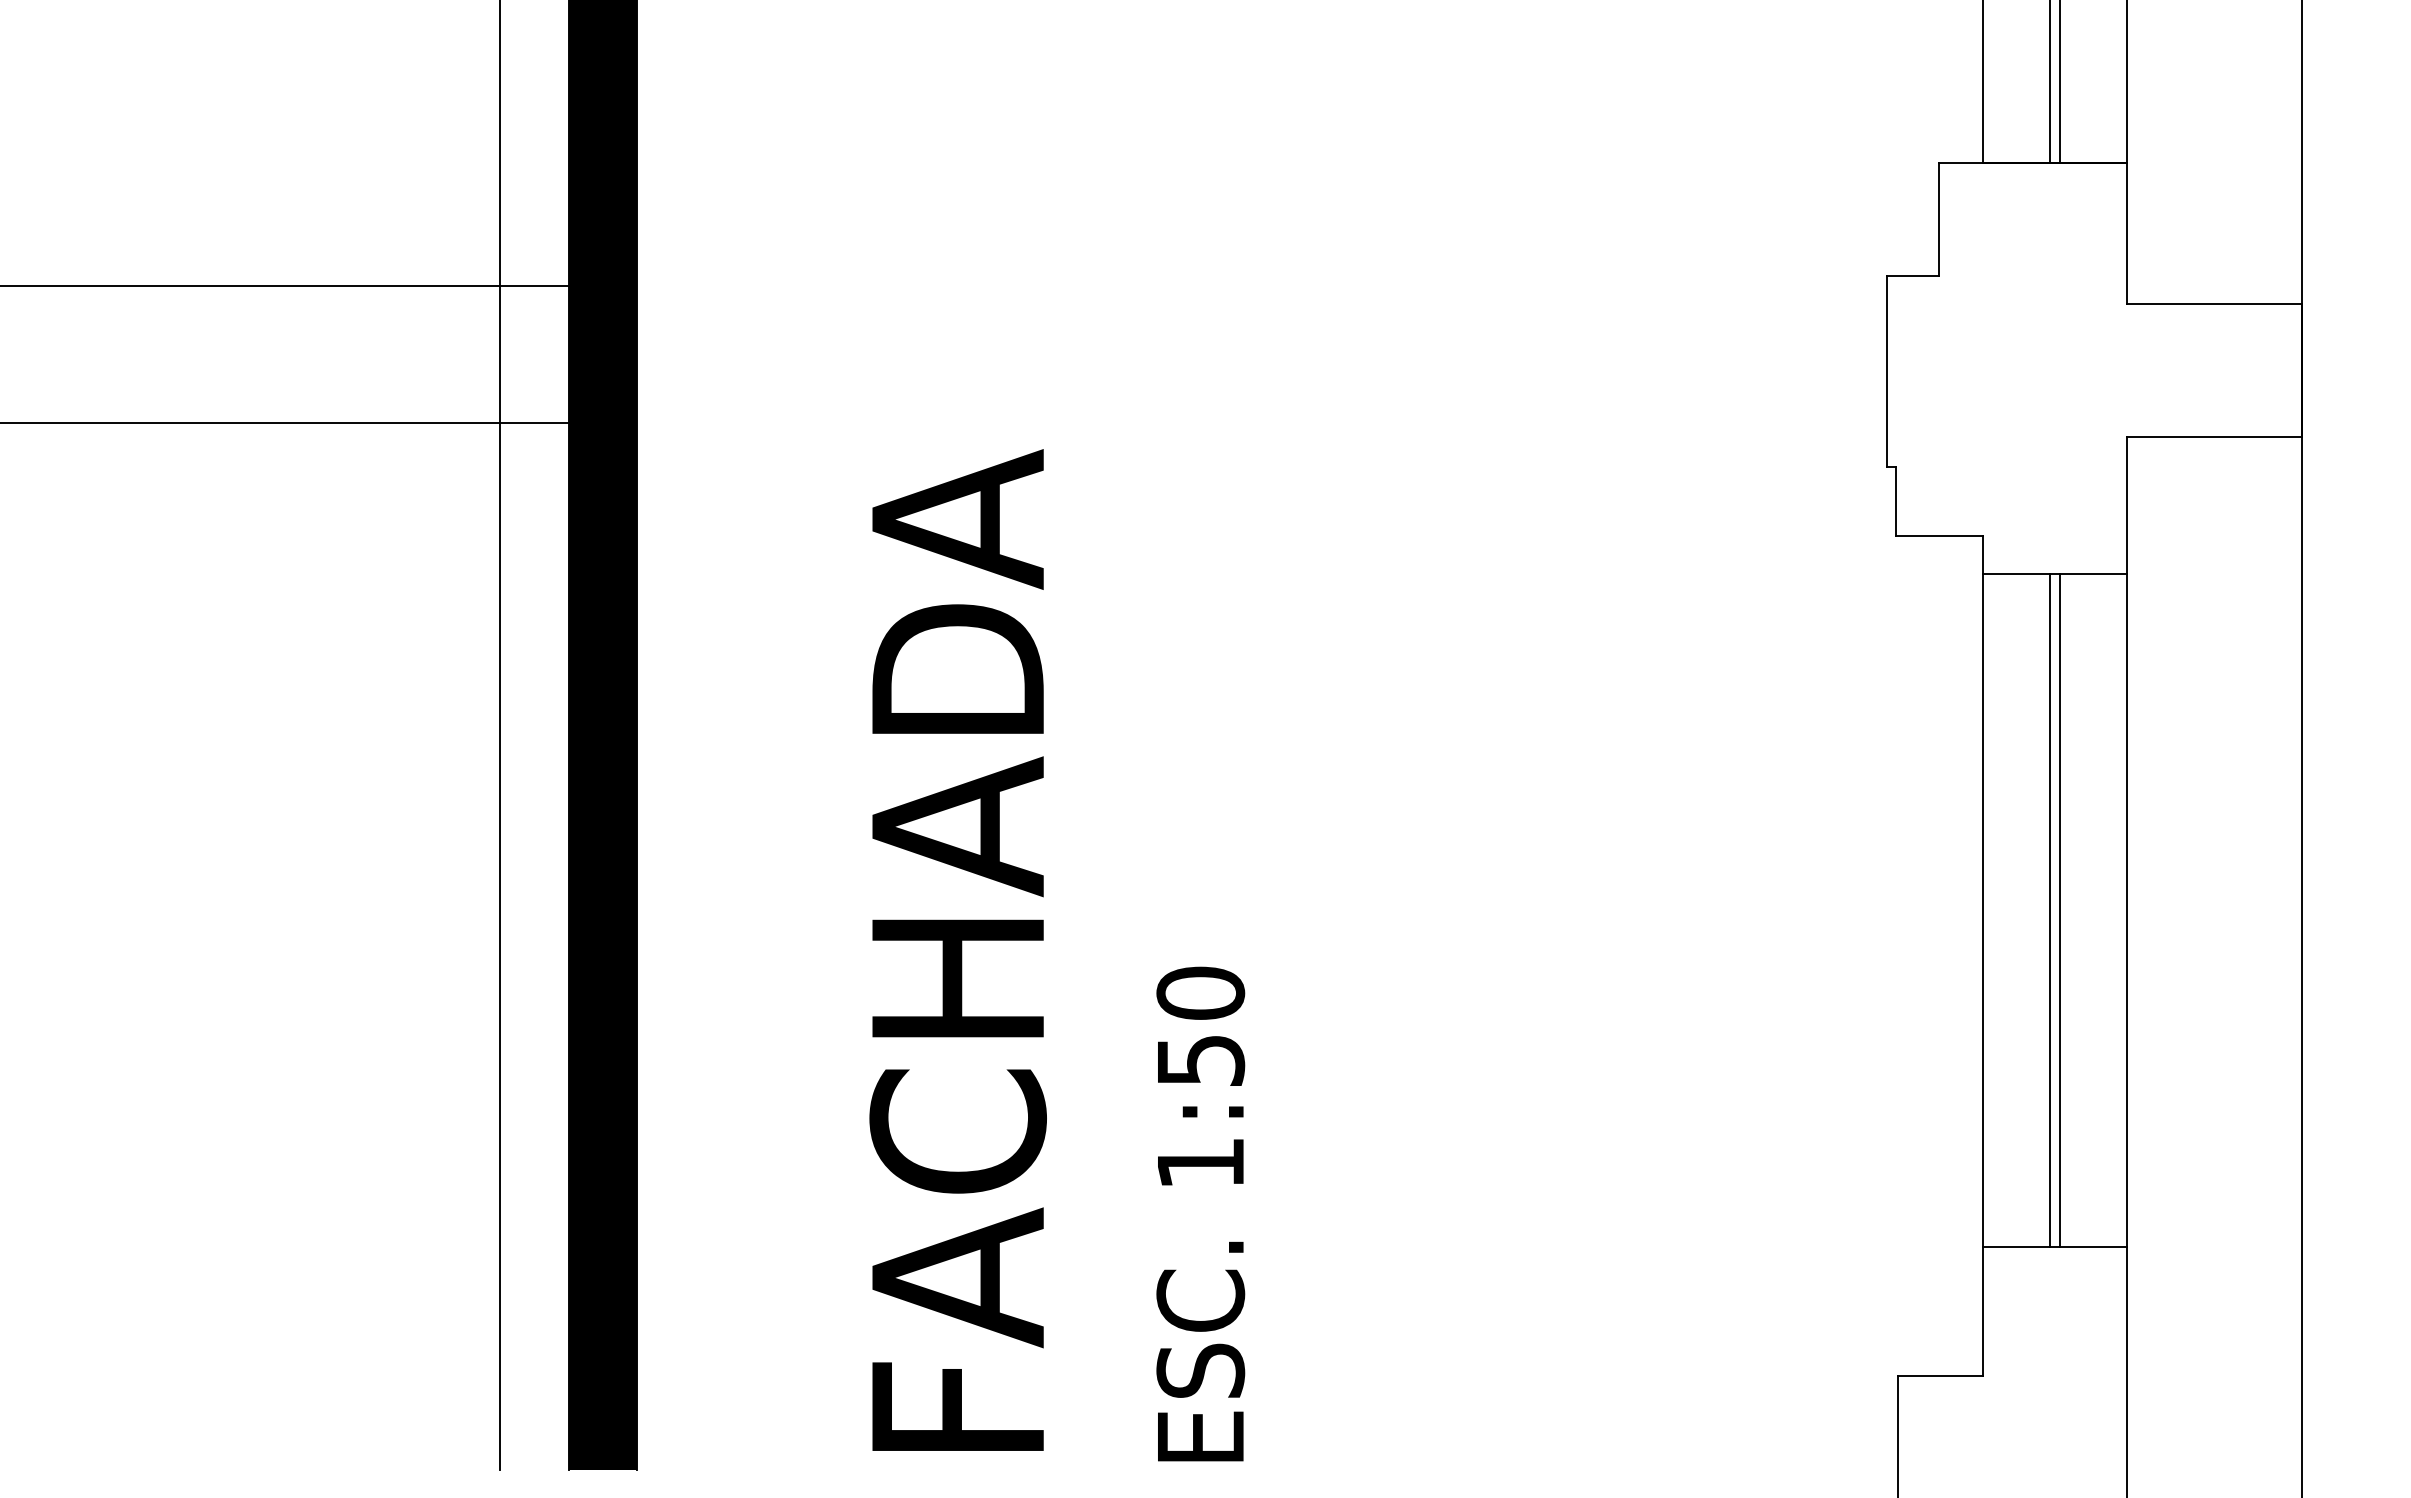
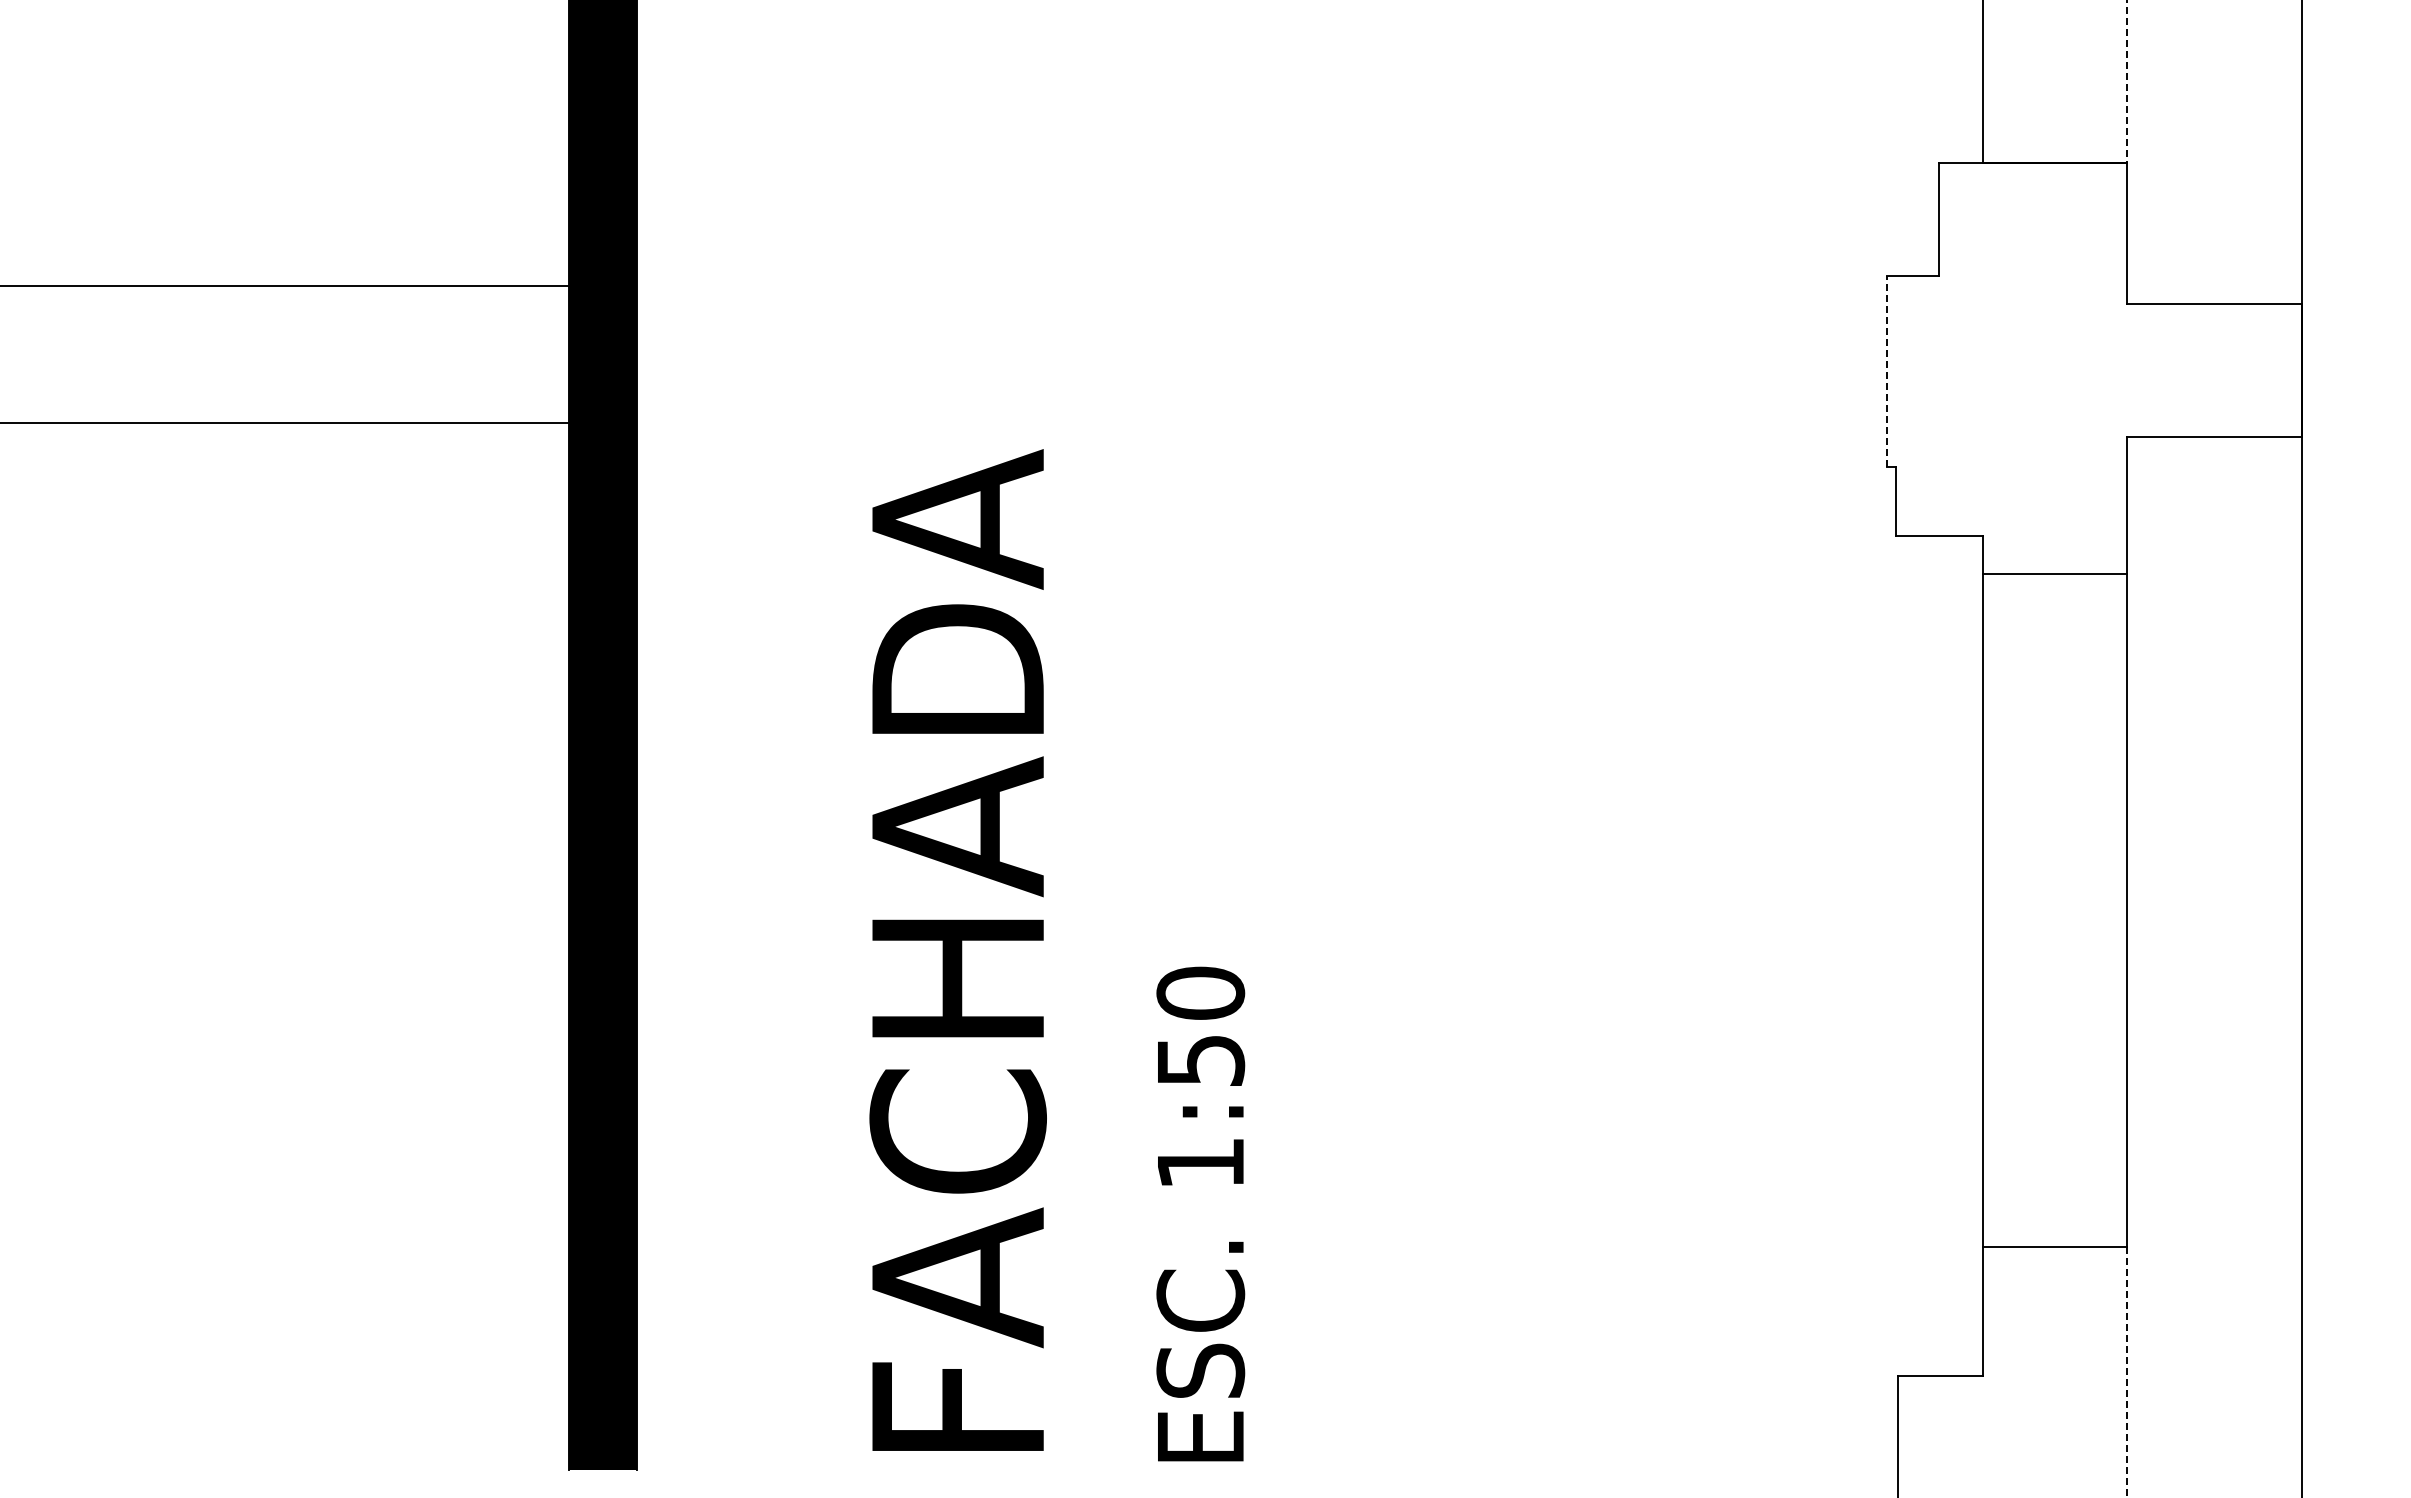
line at (2050, 82): present -> none
line at (2060, 82): present -> none
line at (2127, 82): solid -> dashed
line at (1887, 371): solid -> dashed
line at (500, 735): present -> none
line at (2050, 910): present -> none
line at (2060, 910): present -> none
line at (2127, 1372): solid -> dashed
